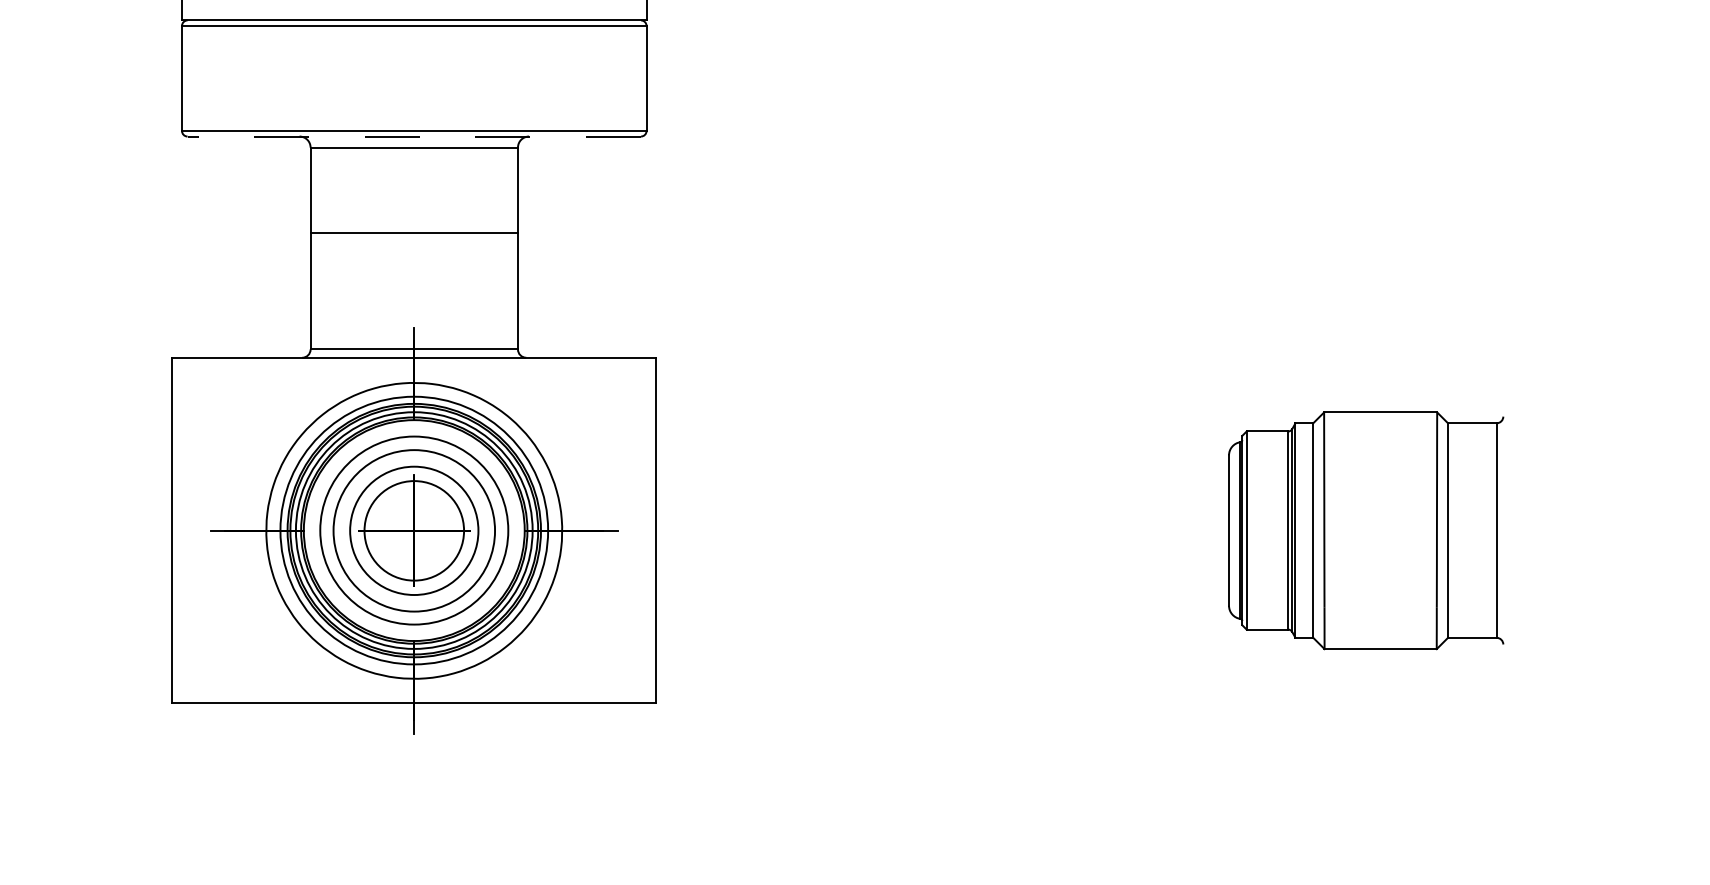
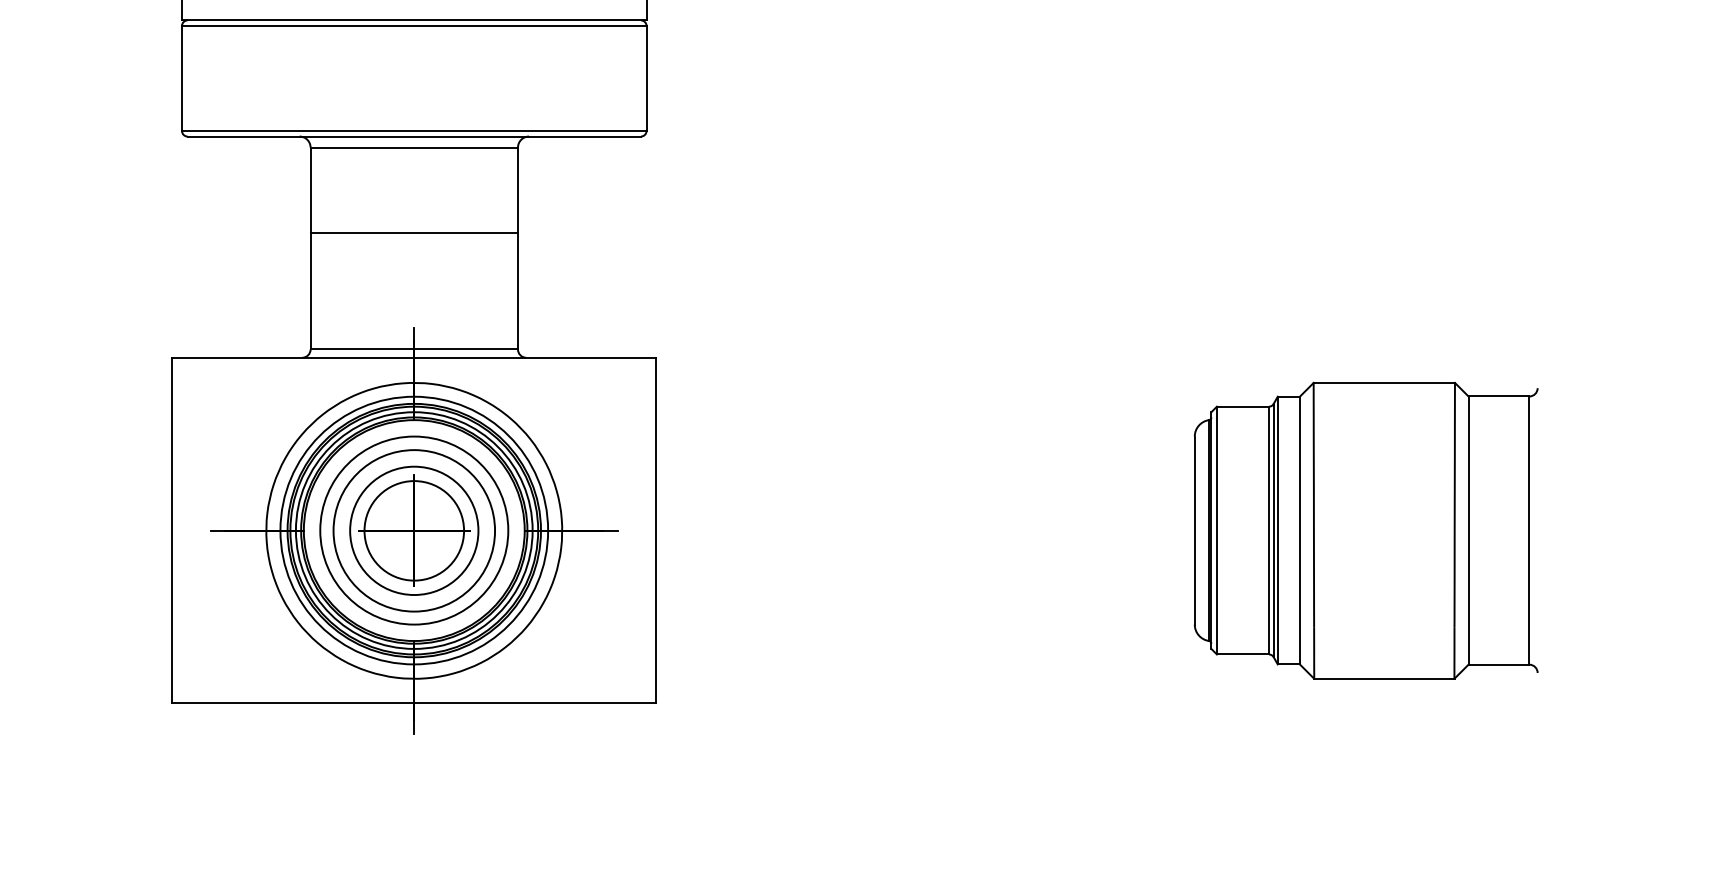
line at (414, 136): dashed -> solid
part at (1366, 530) size: 277x240 px -> 346x299 px
